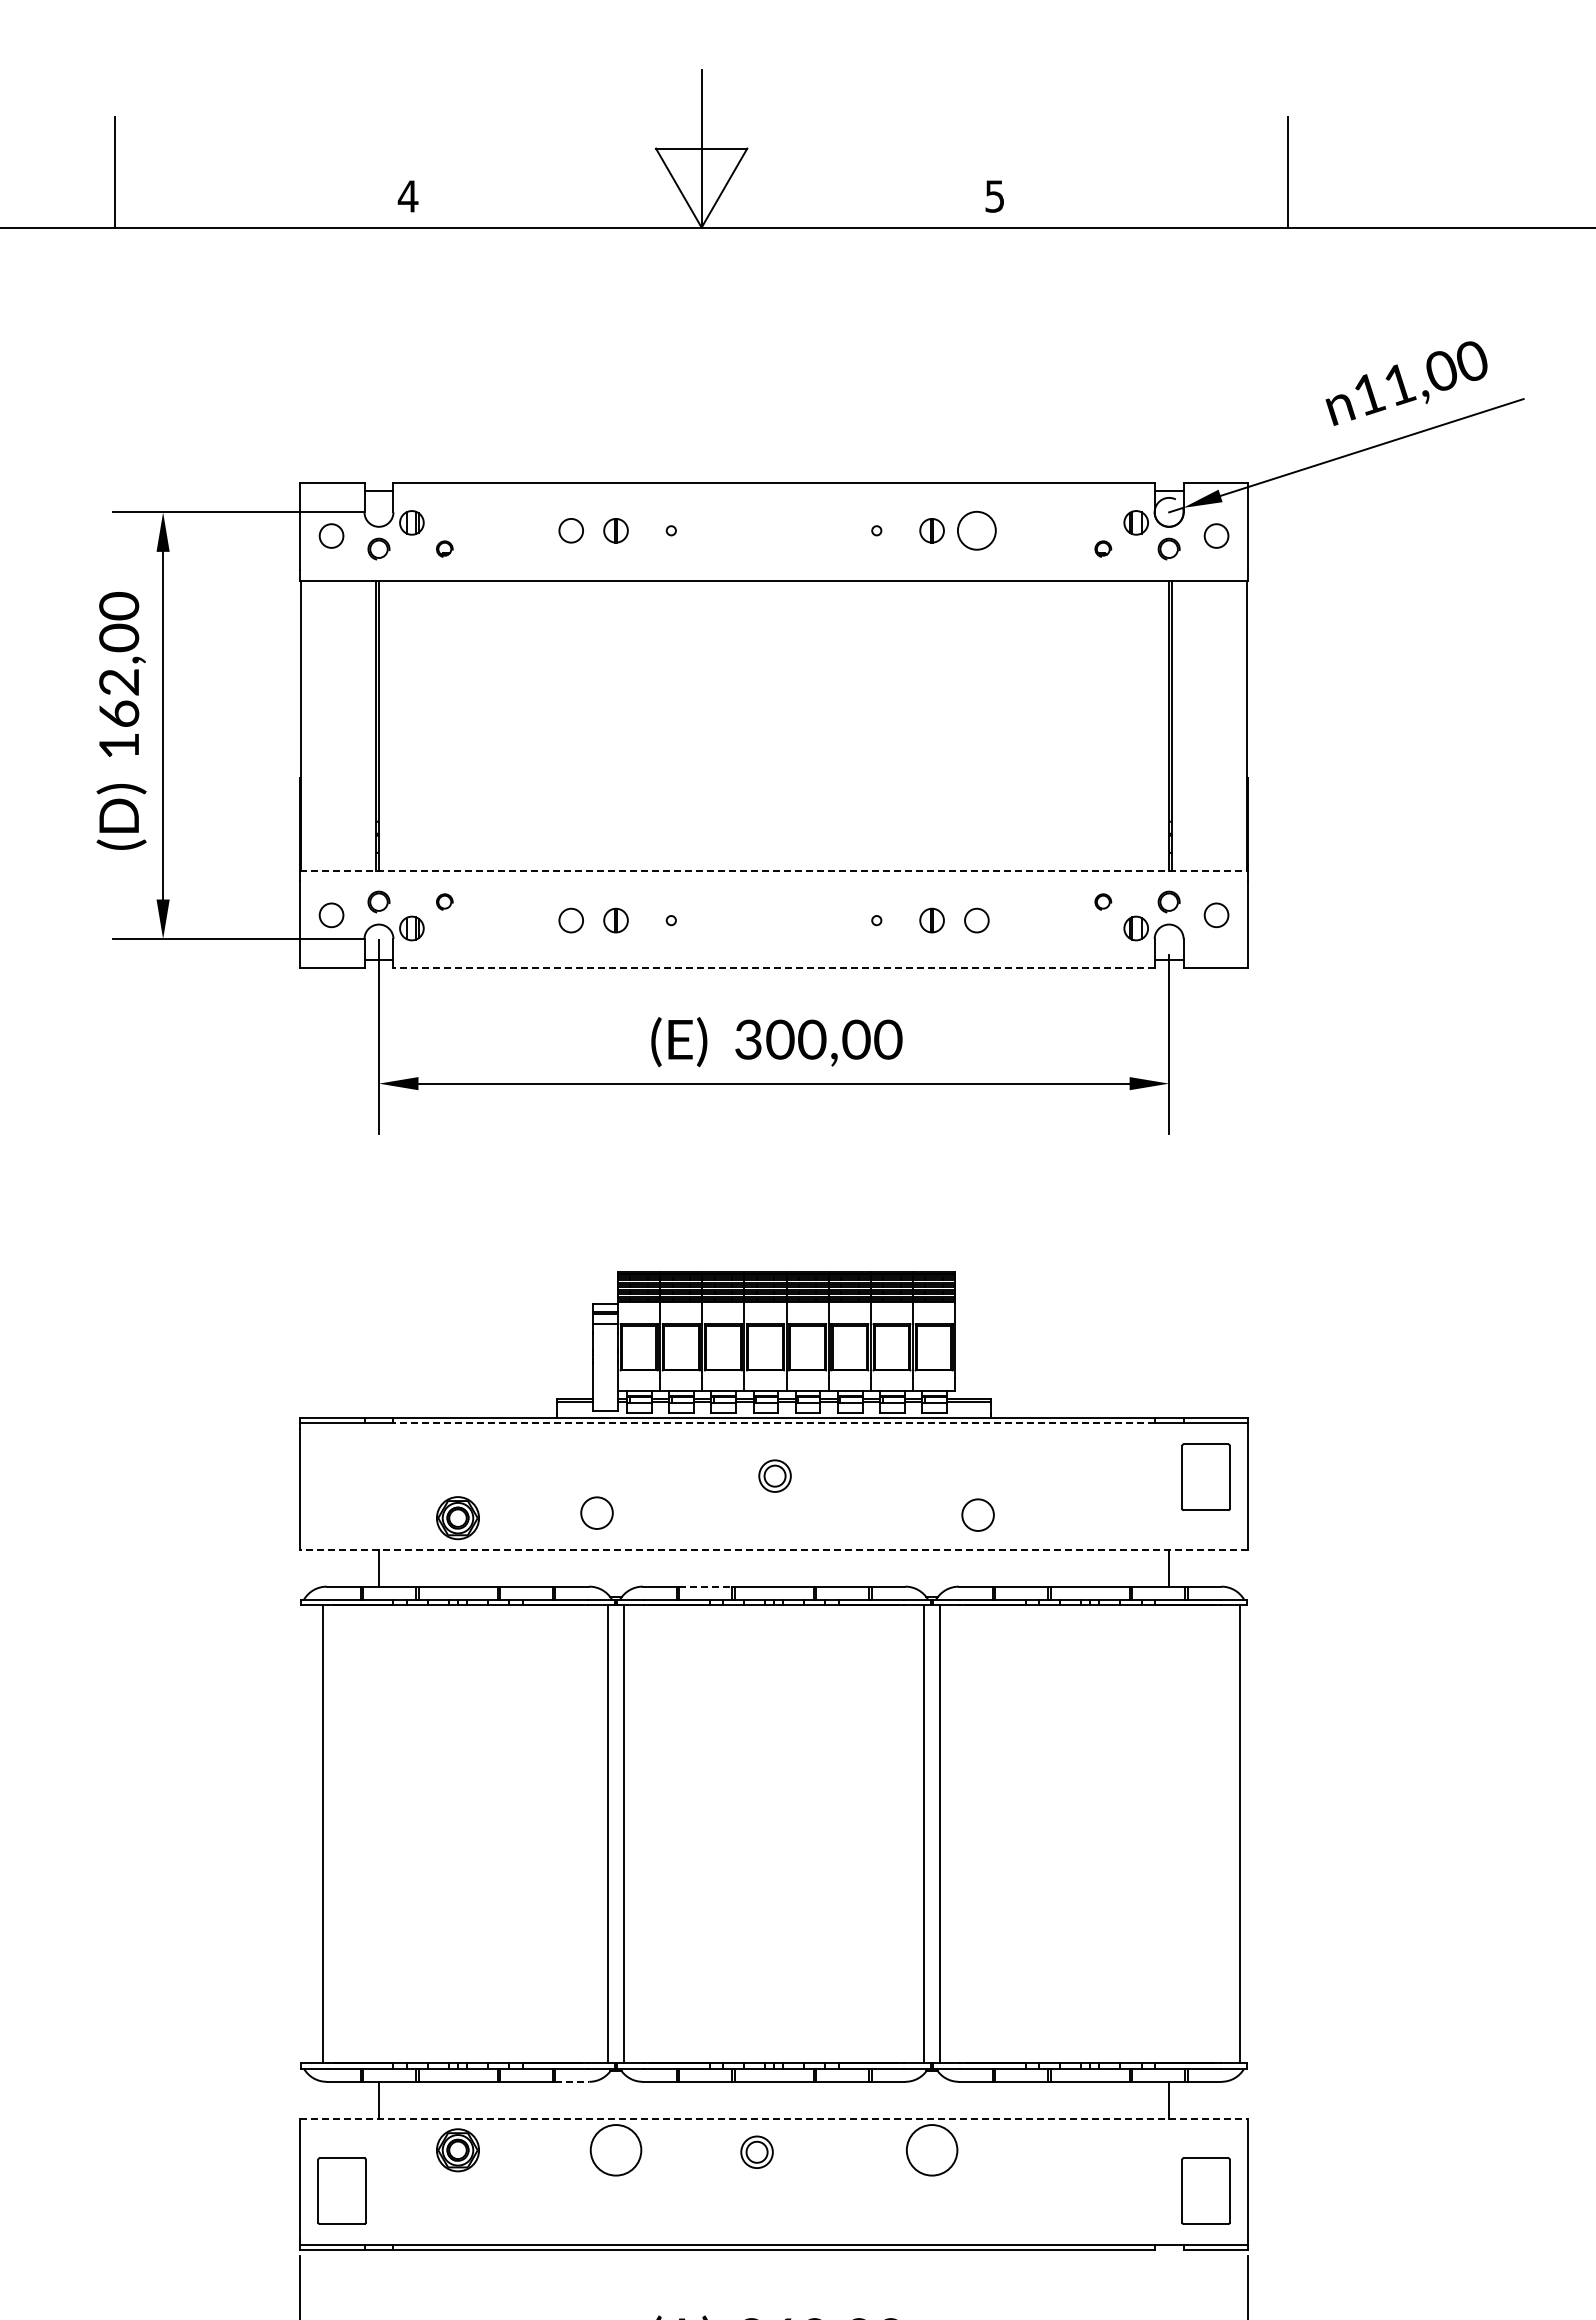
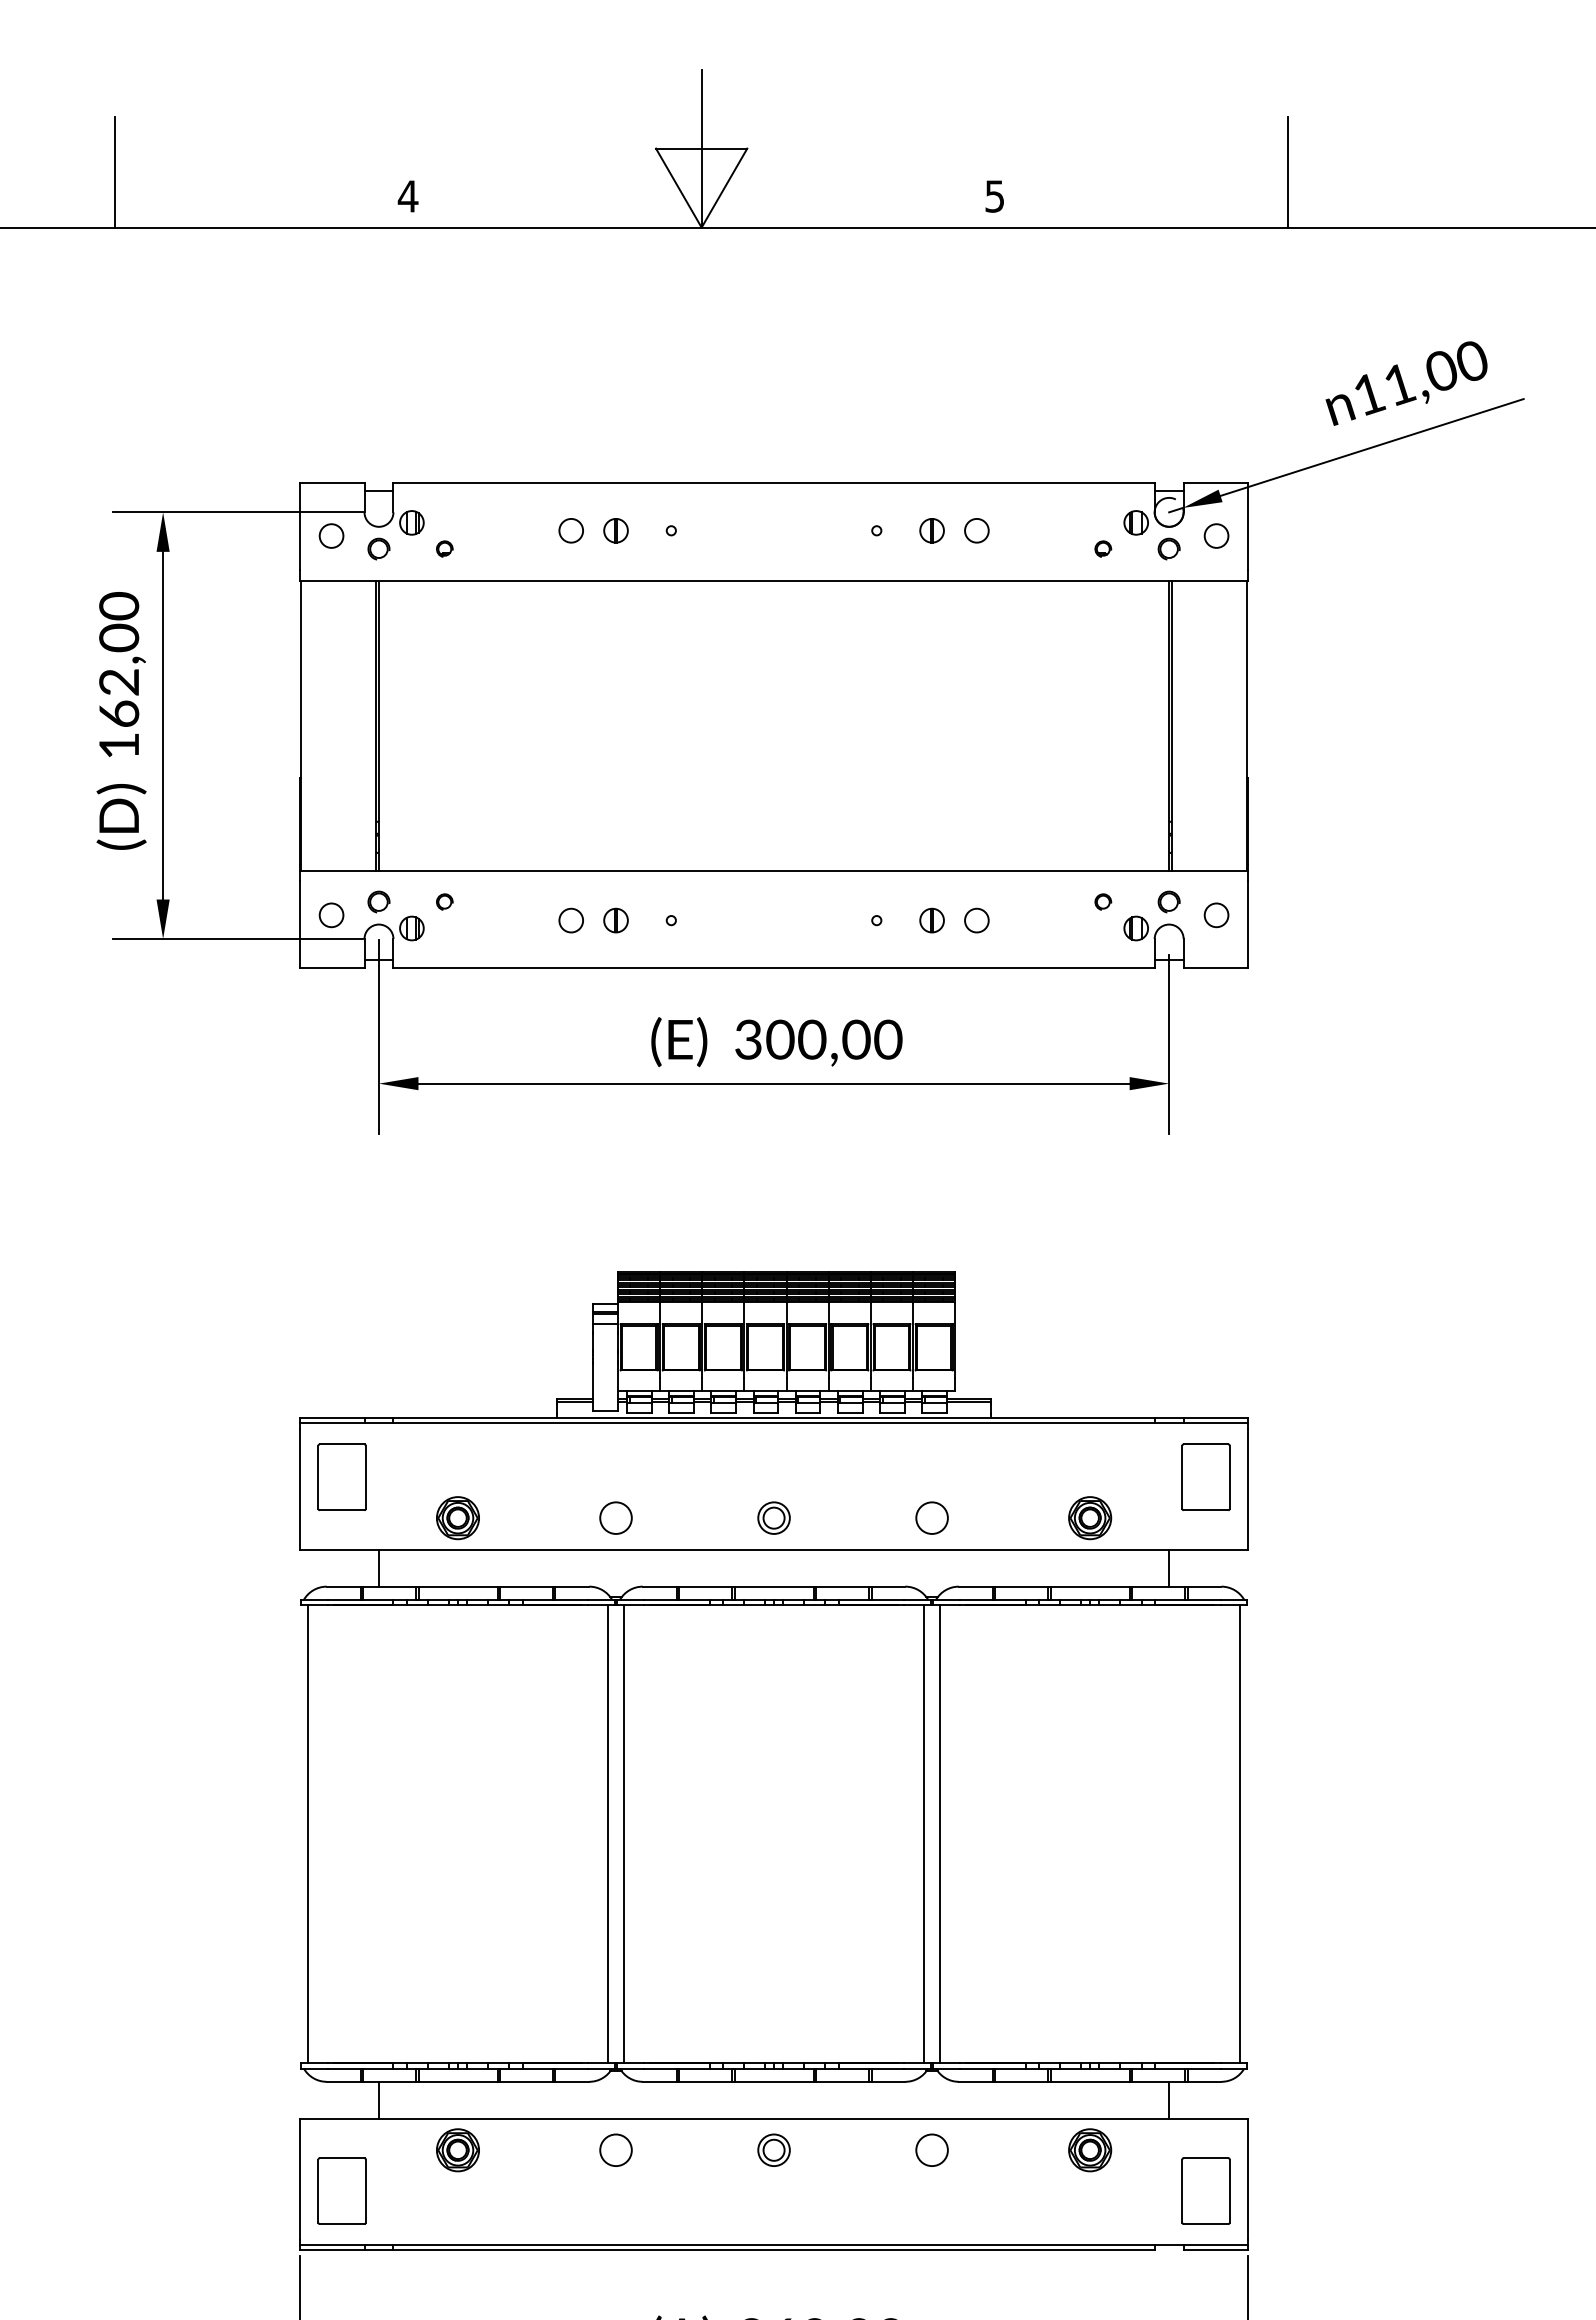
circle at (976, 530) diameter: 38 px -> 24 px
line at (774, 870): dashed -> solid
line at (774, 968): dashed -> solid
line at (774, 1423): dashed -> solid
part at (774, 1475) position: (774, 1475) -> (773, 1517)
part at (341, 1476): none -> present
circle at (596, 1512) position: (596, 1512) -> (615, 1517)
circle at (977, 1514) position: (977, 1514) -> (931, 1517)
part at (1090, 1518): none -> present
line at (773, 1549): dashed -> solid
line at (706, 1586): dashed -> solid
line at (322, 1834) position: (322, 1834) -> (307, 1834)
line at (572, 2081): dashed -> solid
line at (774, 2118): dashed -> solid
circle at (615, 2150) diameter: 51 px -> 32 px
circle at (931, 2150) diameter: 51 px -> 32 px
part at (1090, 2150): none -> present
part at (756, 2151) position: (756, 2151) -> (773, 2149)
